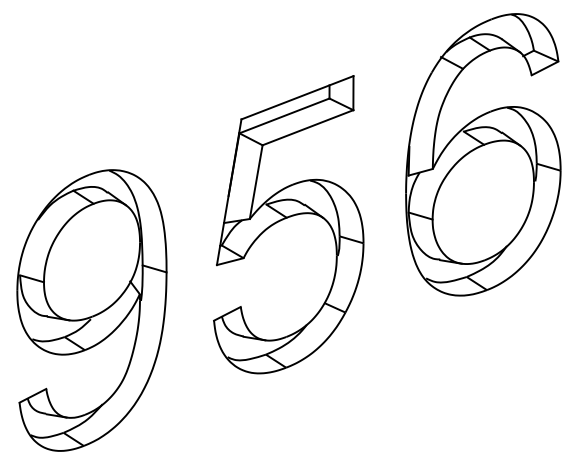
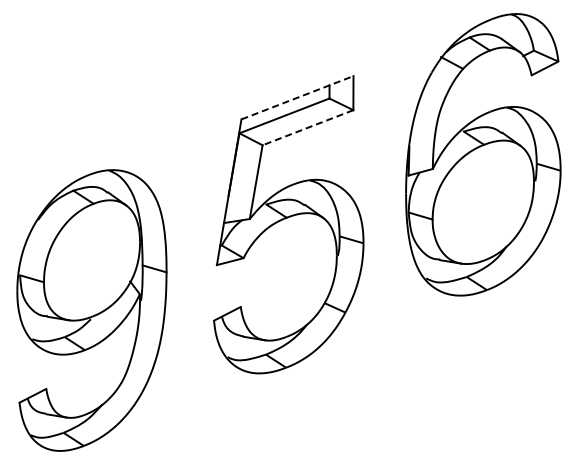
line at (297, 97): solid -> dashed
line at (307, 127): solid -> dashed
